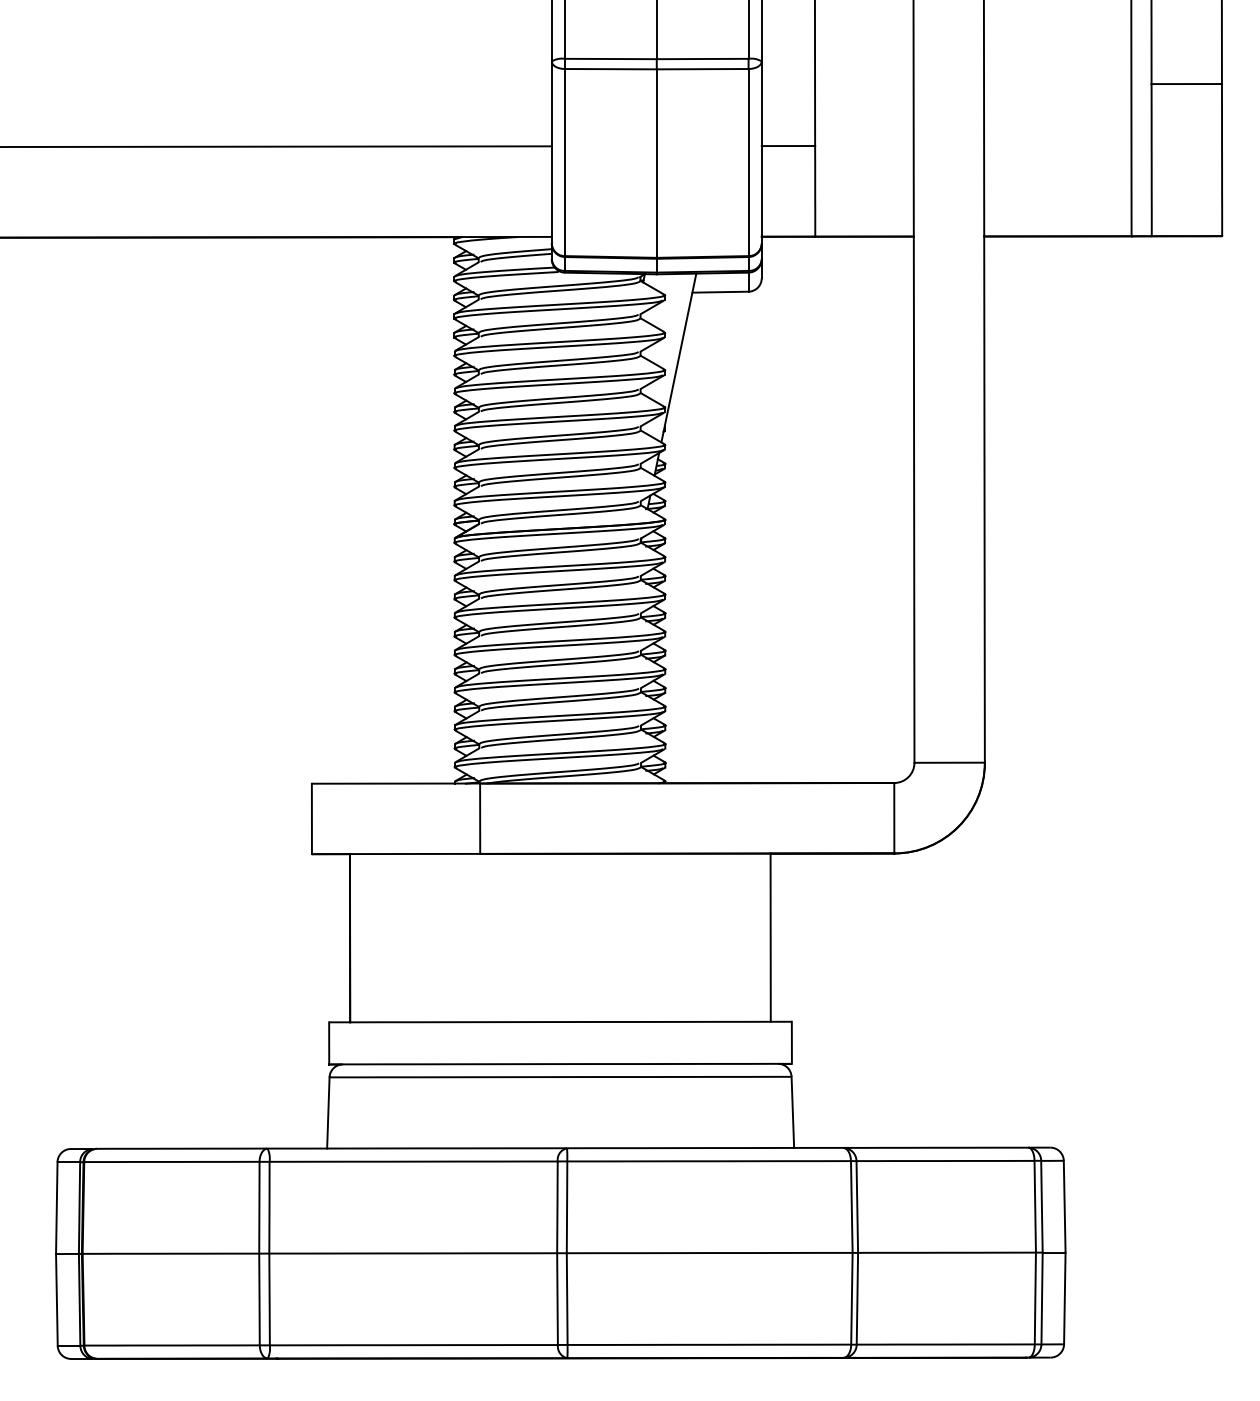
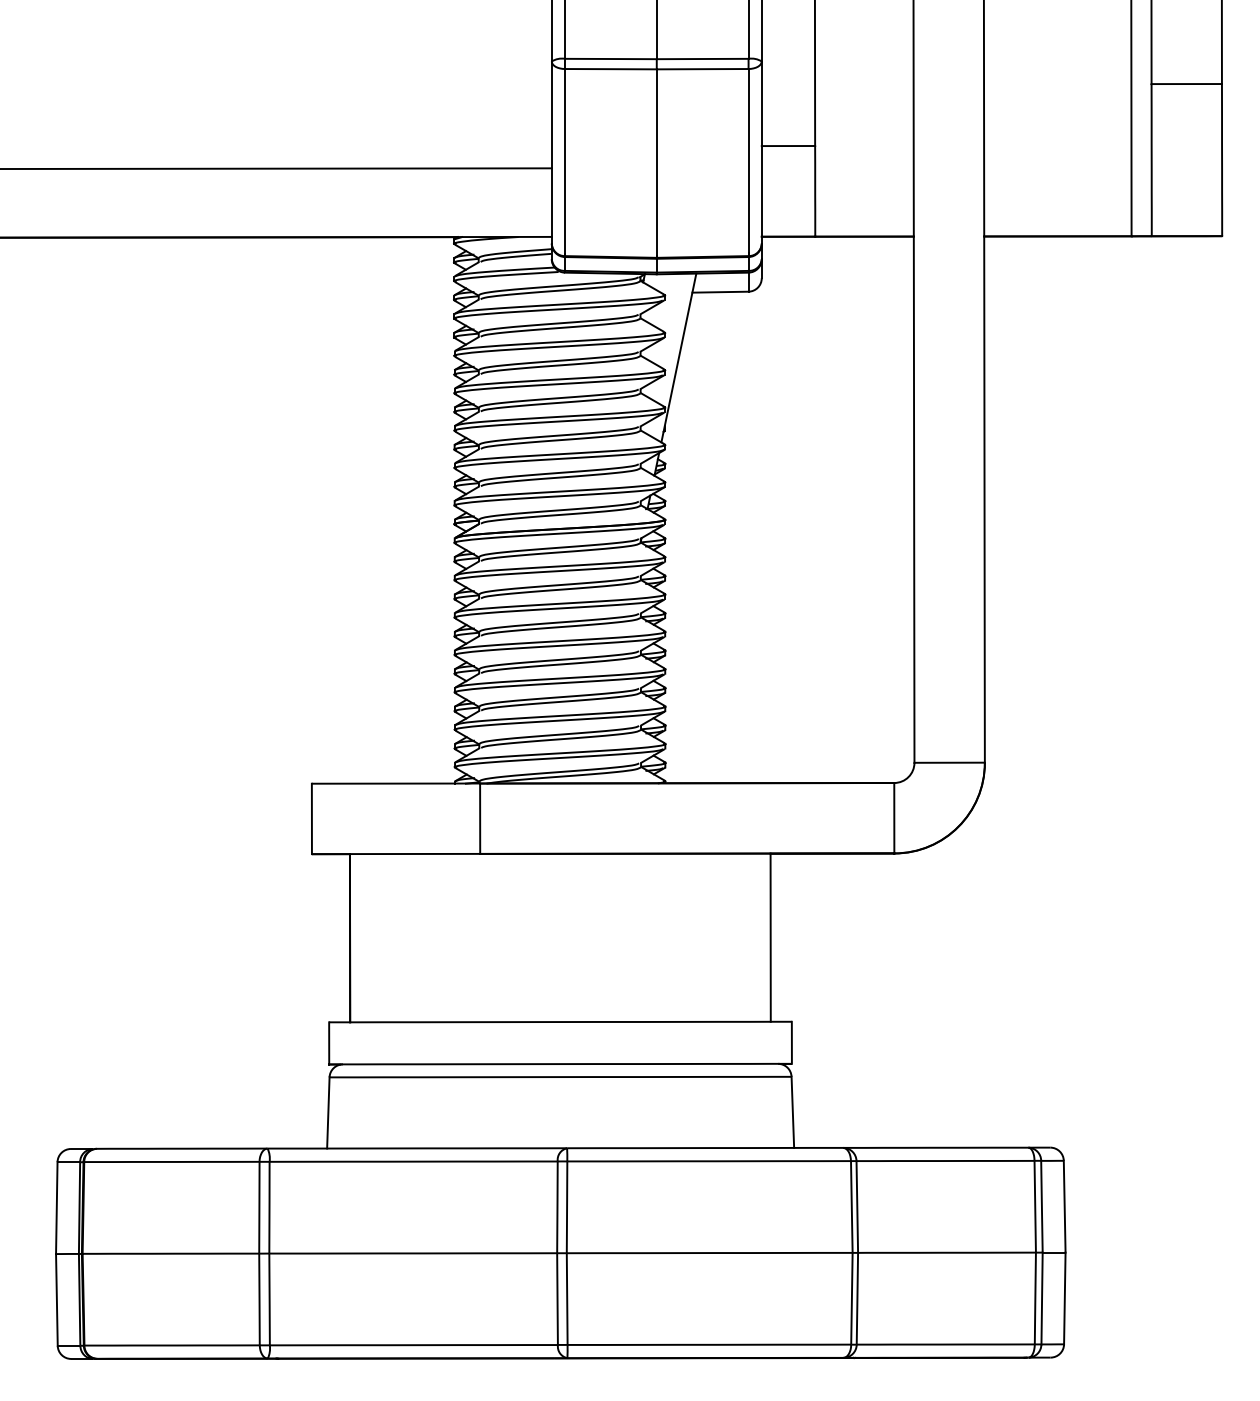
line at (276, 146) position: (276, 146) -> (276, 168)
